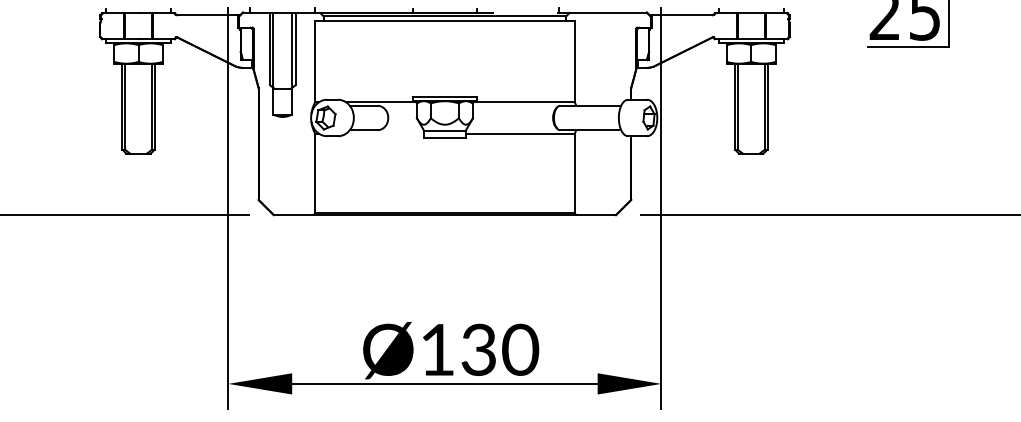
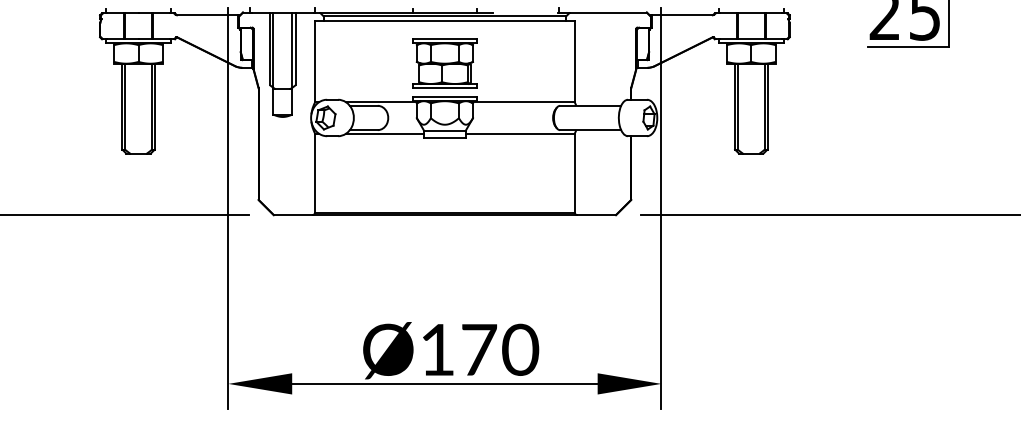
part at (444, 63): none -> present
line at (384, 133): none -> present
text at (478, 349): Ø130 -> Ø170
